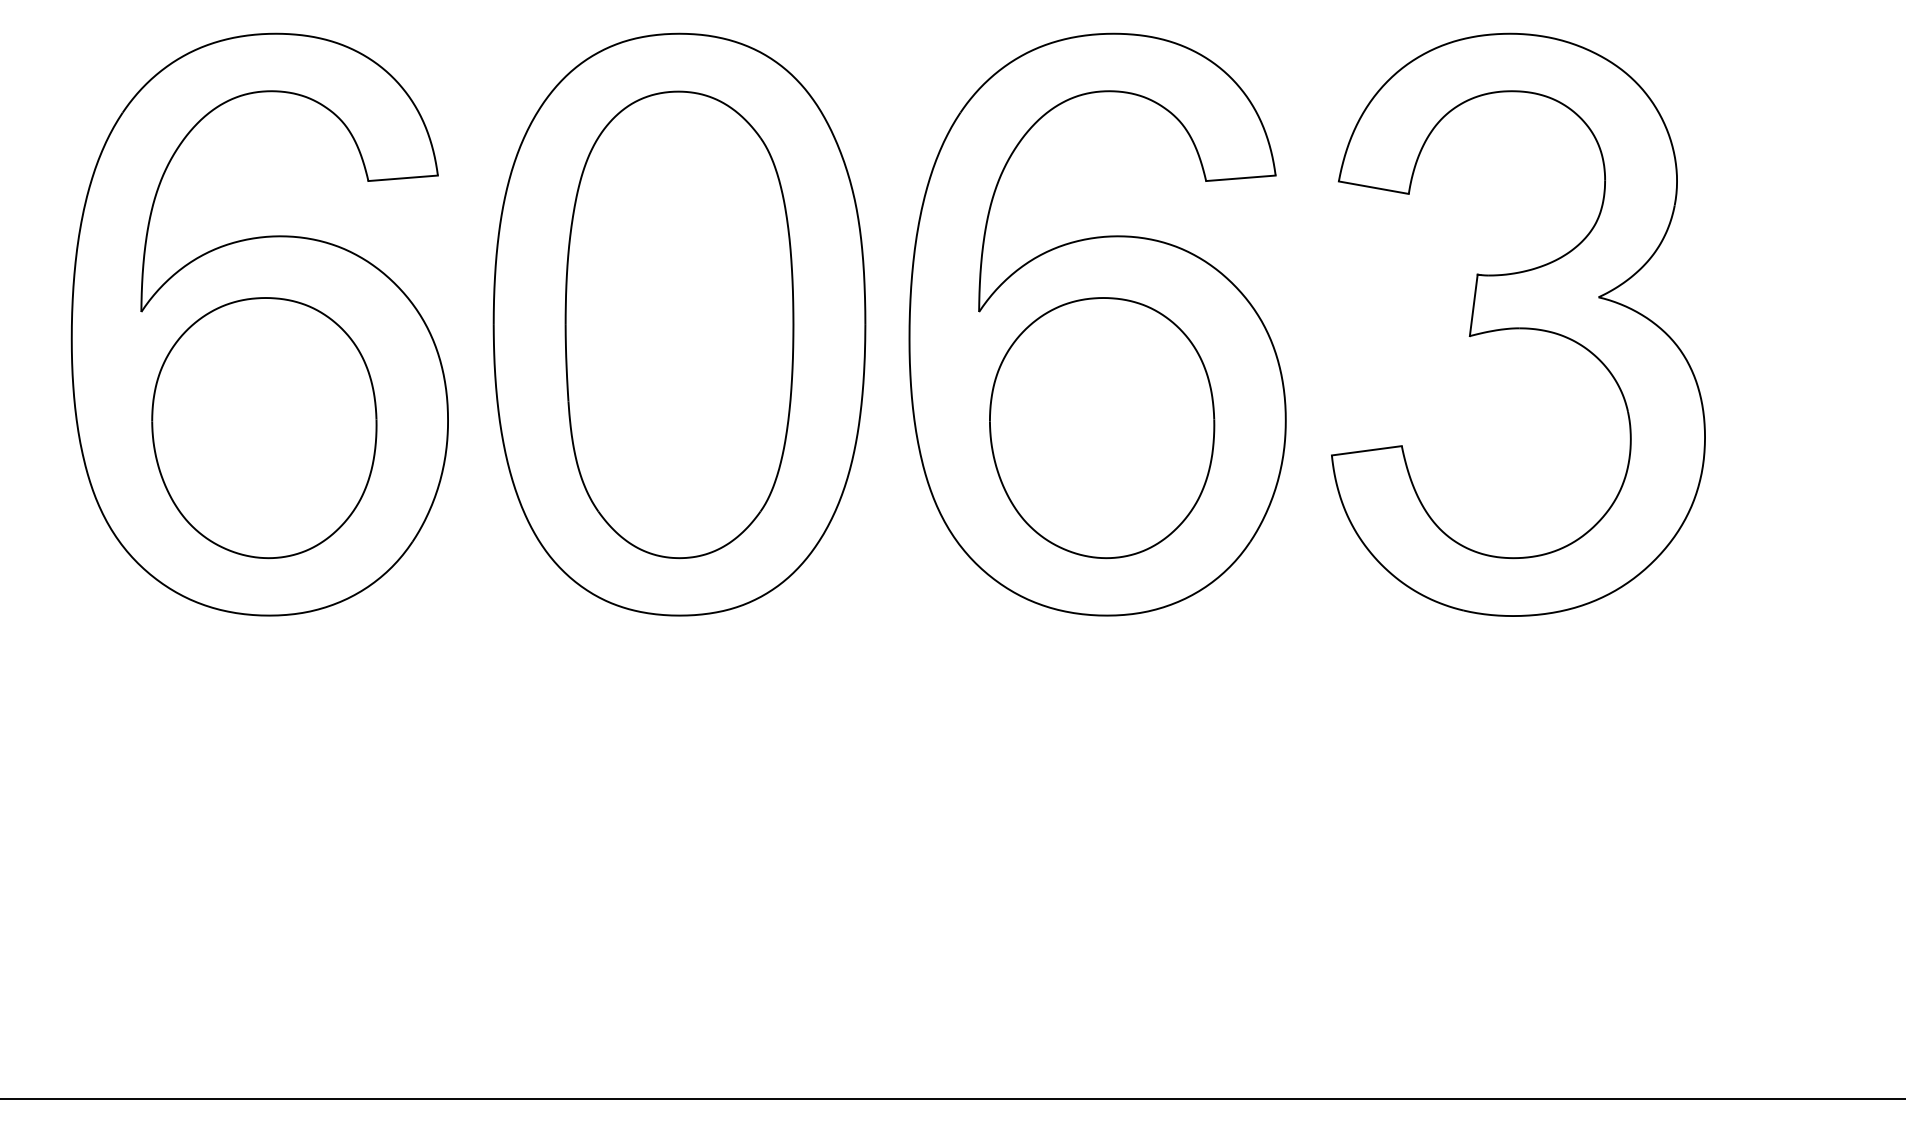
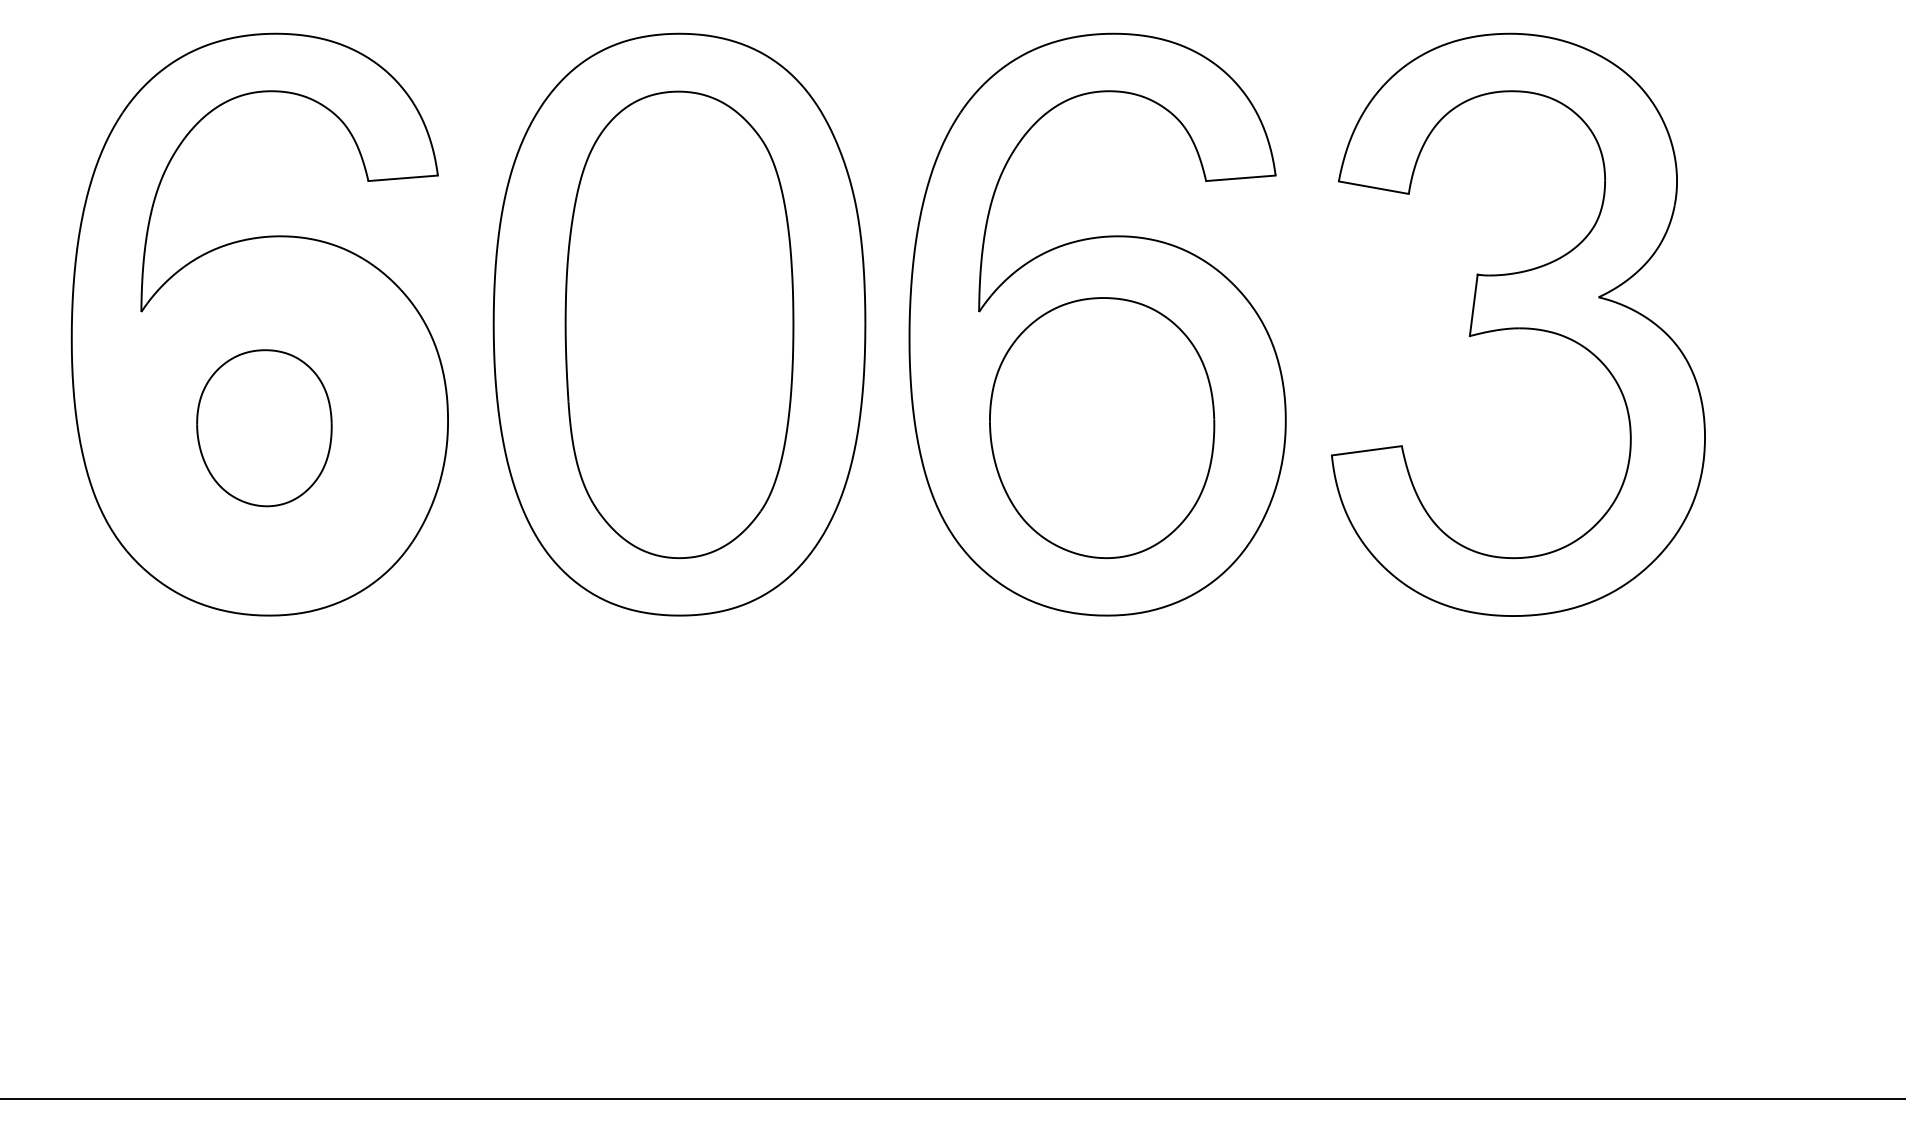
part at (264, 428) size: 227x263 px -> 137x159 px
